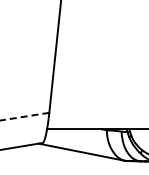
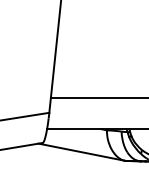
line at (97, 97): none -> present
line at (24, 116): dashed -> solid
